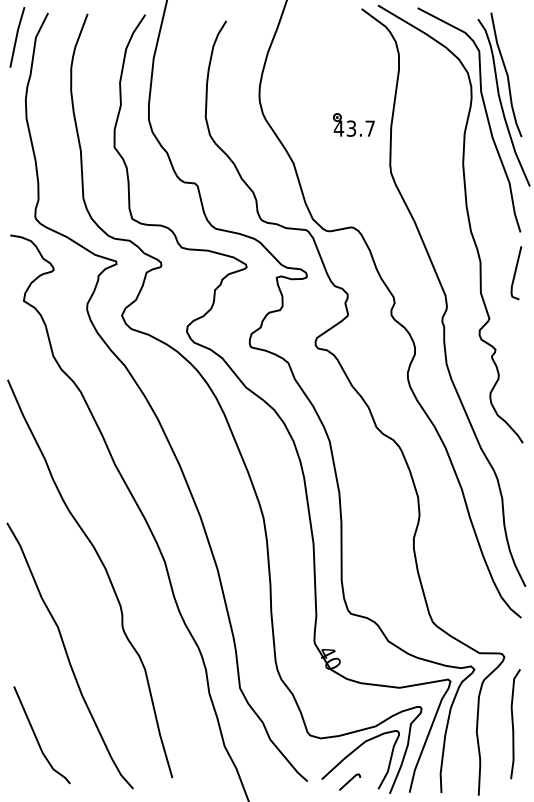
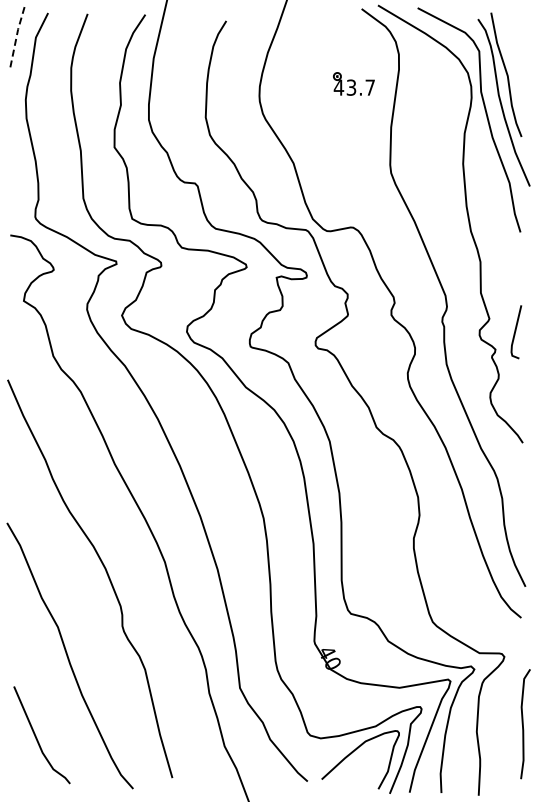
line at (16, 37): solid -> dashed
part at (353, 124) position: (353, 124) -> (353, 83)
line at (516, 272) position: (516, 272) -> (516, 331)
curve at (513, 724) position: (513, 724) -> (523, 724)
line at (350, 781): present -> none
